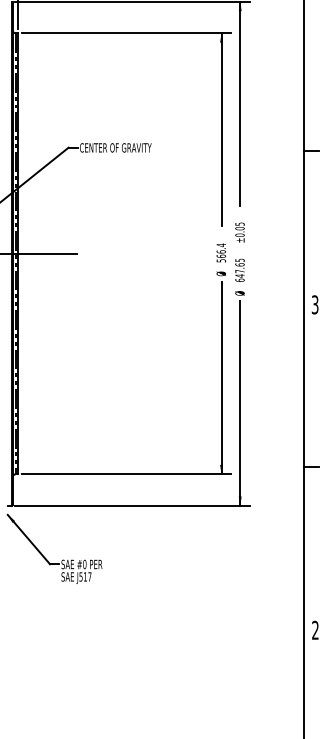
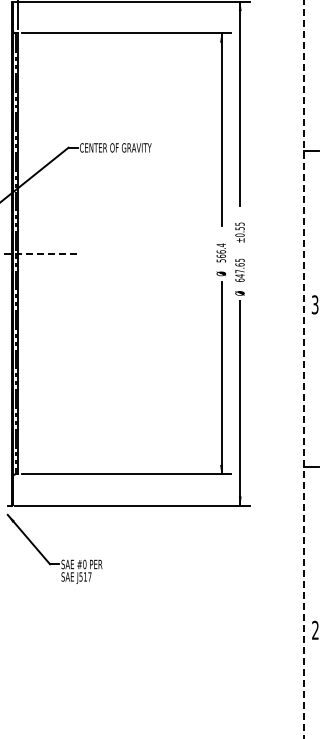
text at (239, 228): ±0.05 -> ±0.55
line at (38, 253): solid -> dashed
line at (303, 369): solid -> dashed
